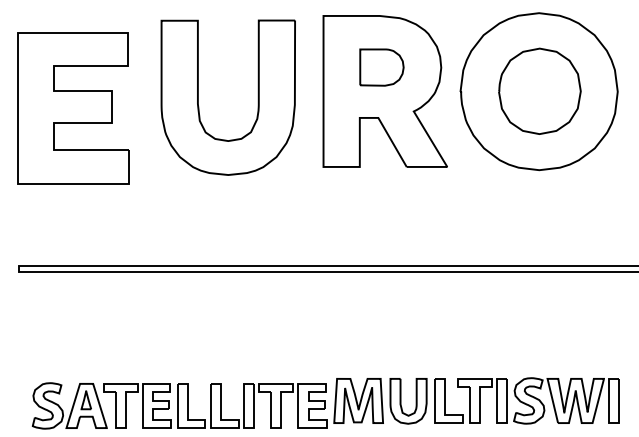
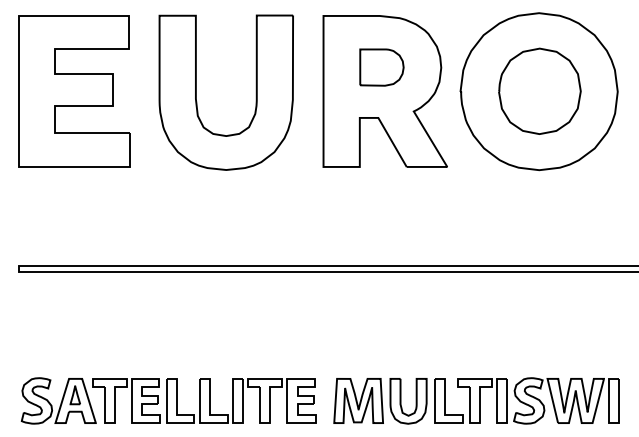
part at (198, 97) position: (198, 97) -> (196, 92)
part at (73, 108) position: (73, 108) -> (74, 91)
part at (179, 405) position: (179, 405) -> (168, 400)
